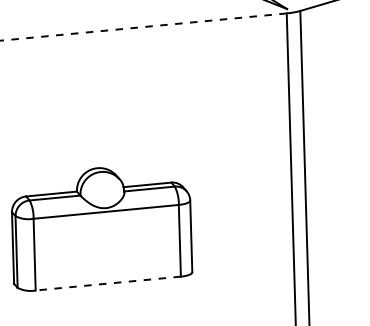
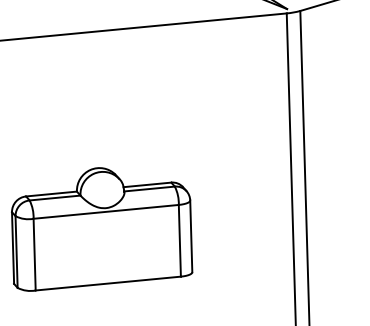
line at (143, 27): dashed -> solid
line at (108, 283): dashed -> solid
